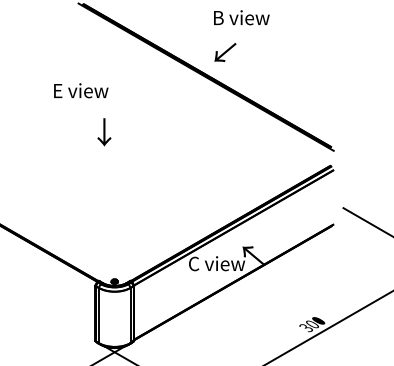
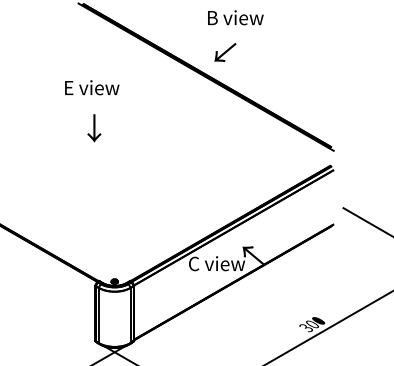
text at (241, 17) position: (241, 17) -> (235, 17)
text at (81, 90) position: (81, 90) -> (92, 87)
text at (104, 132) position: (104, 132) -> (94, 128)
